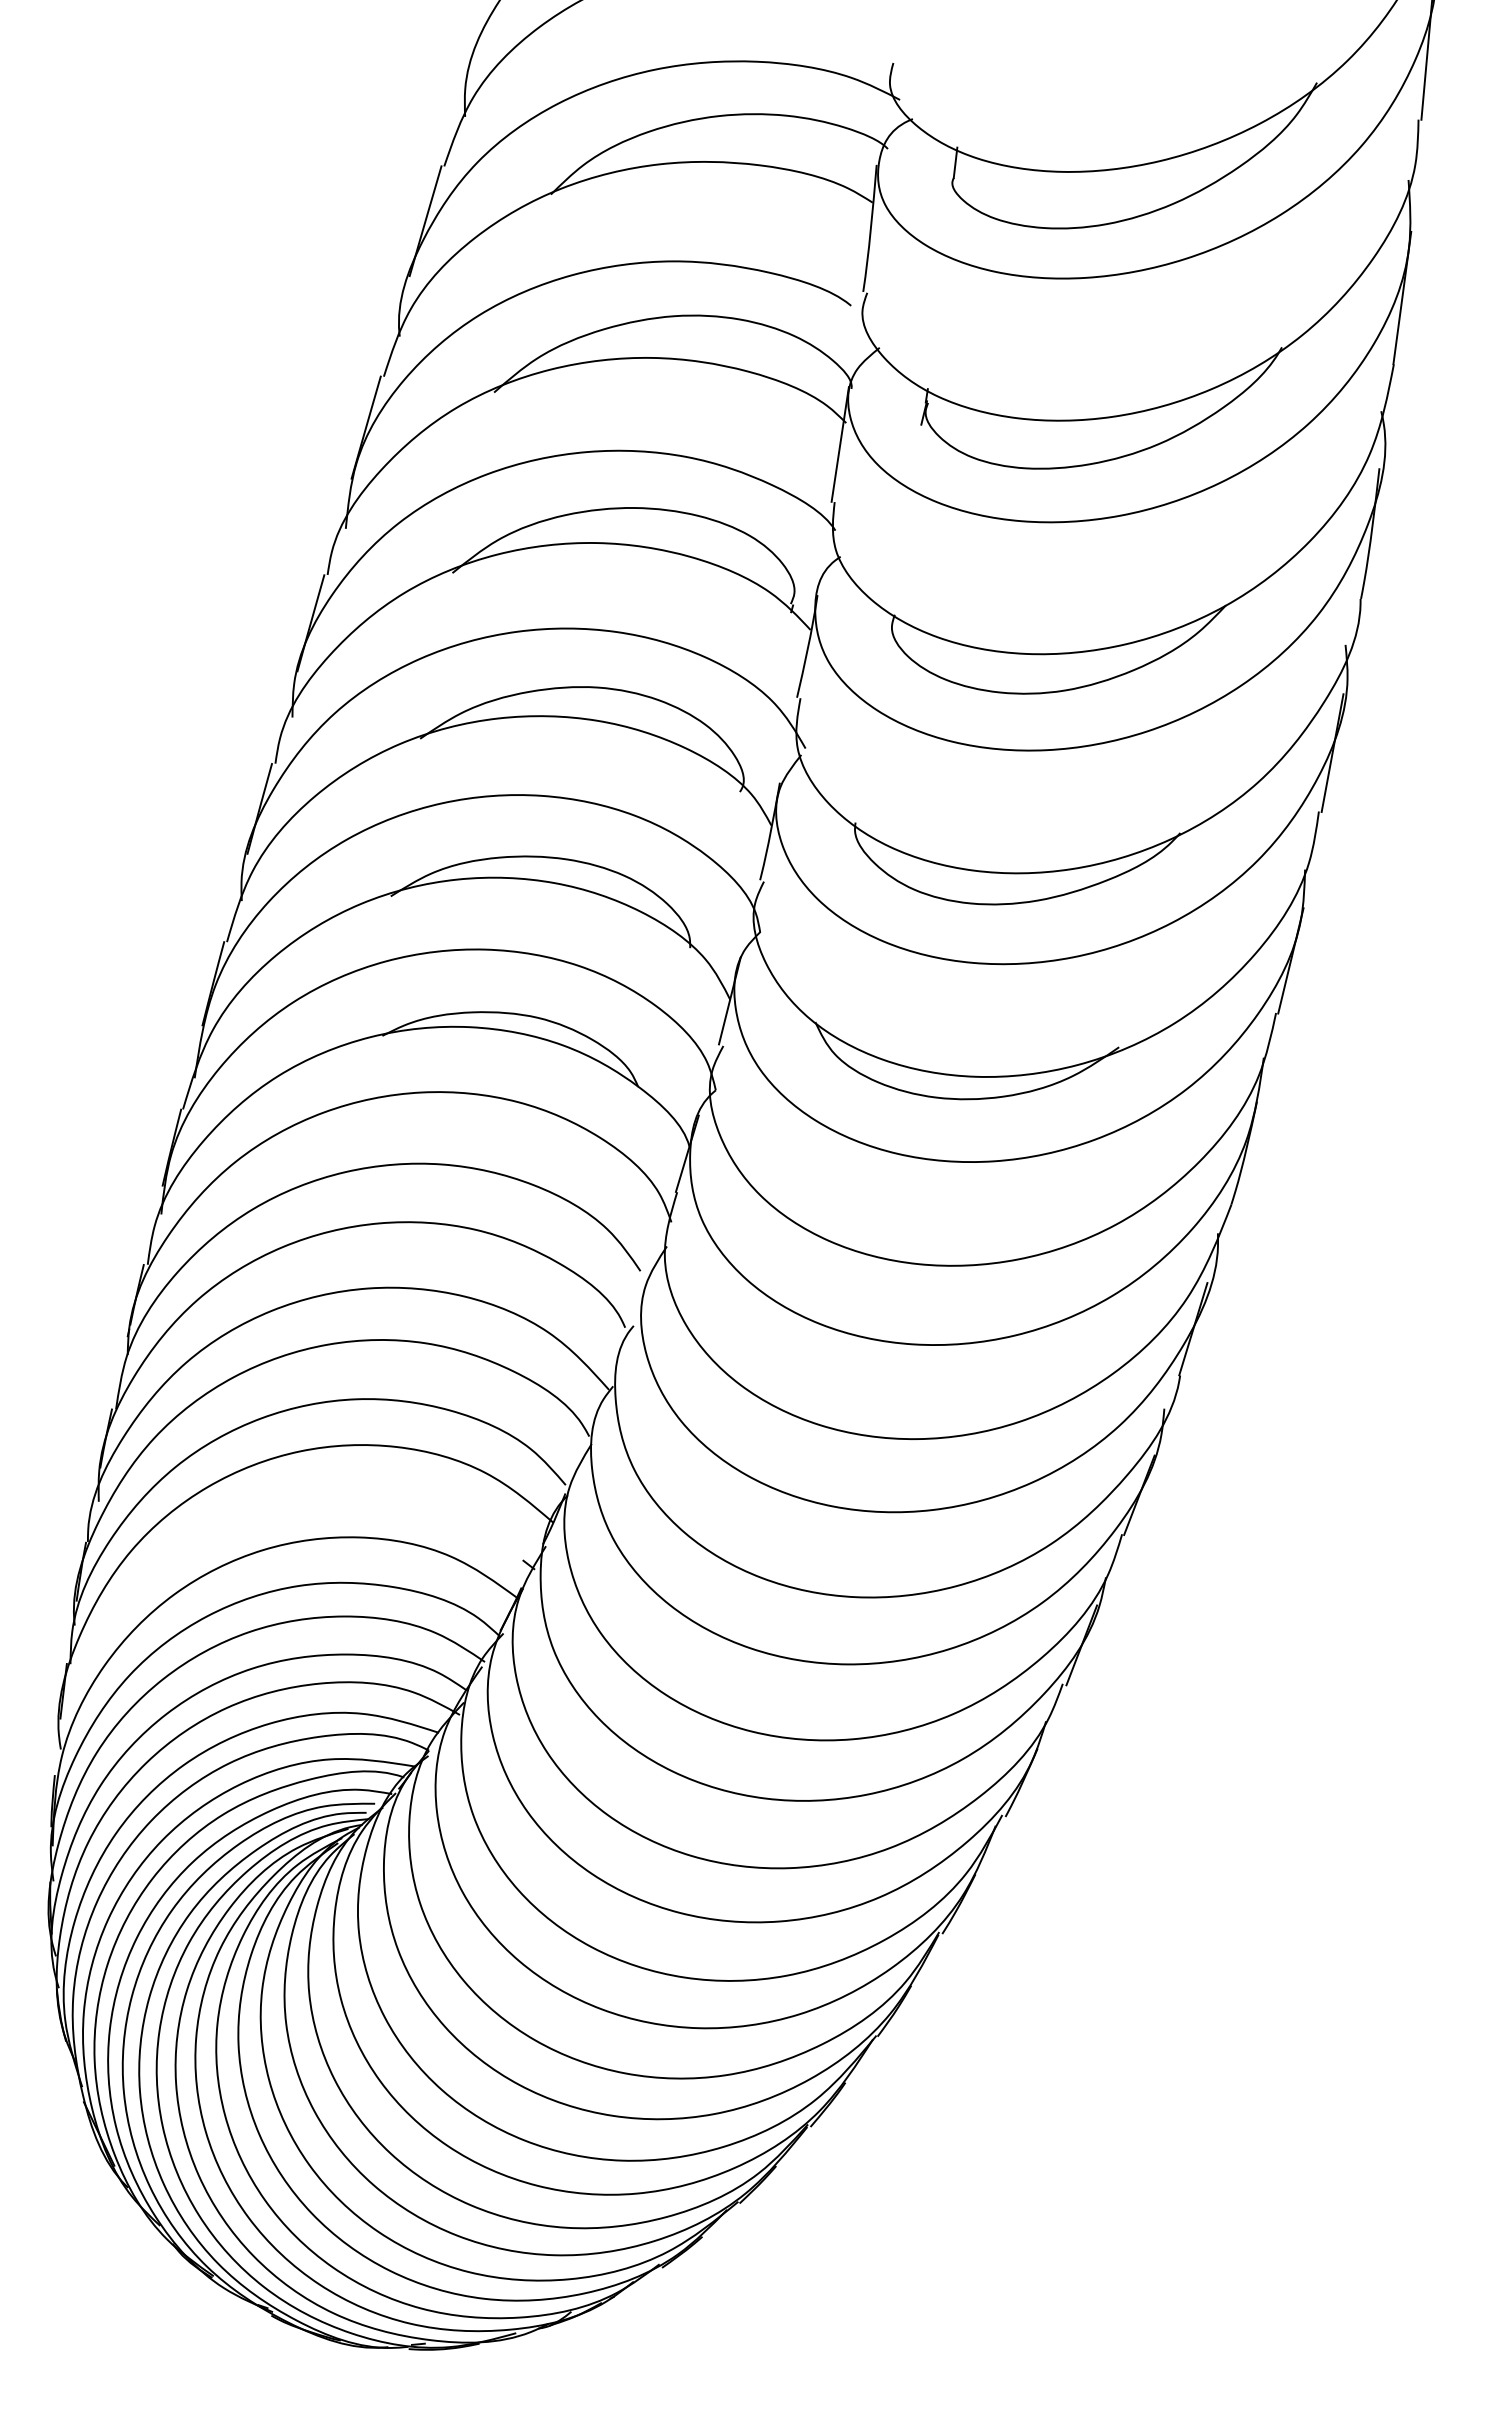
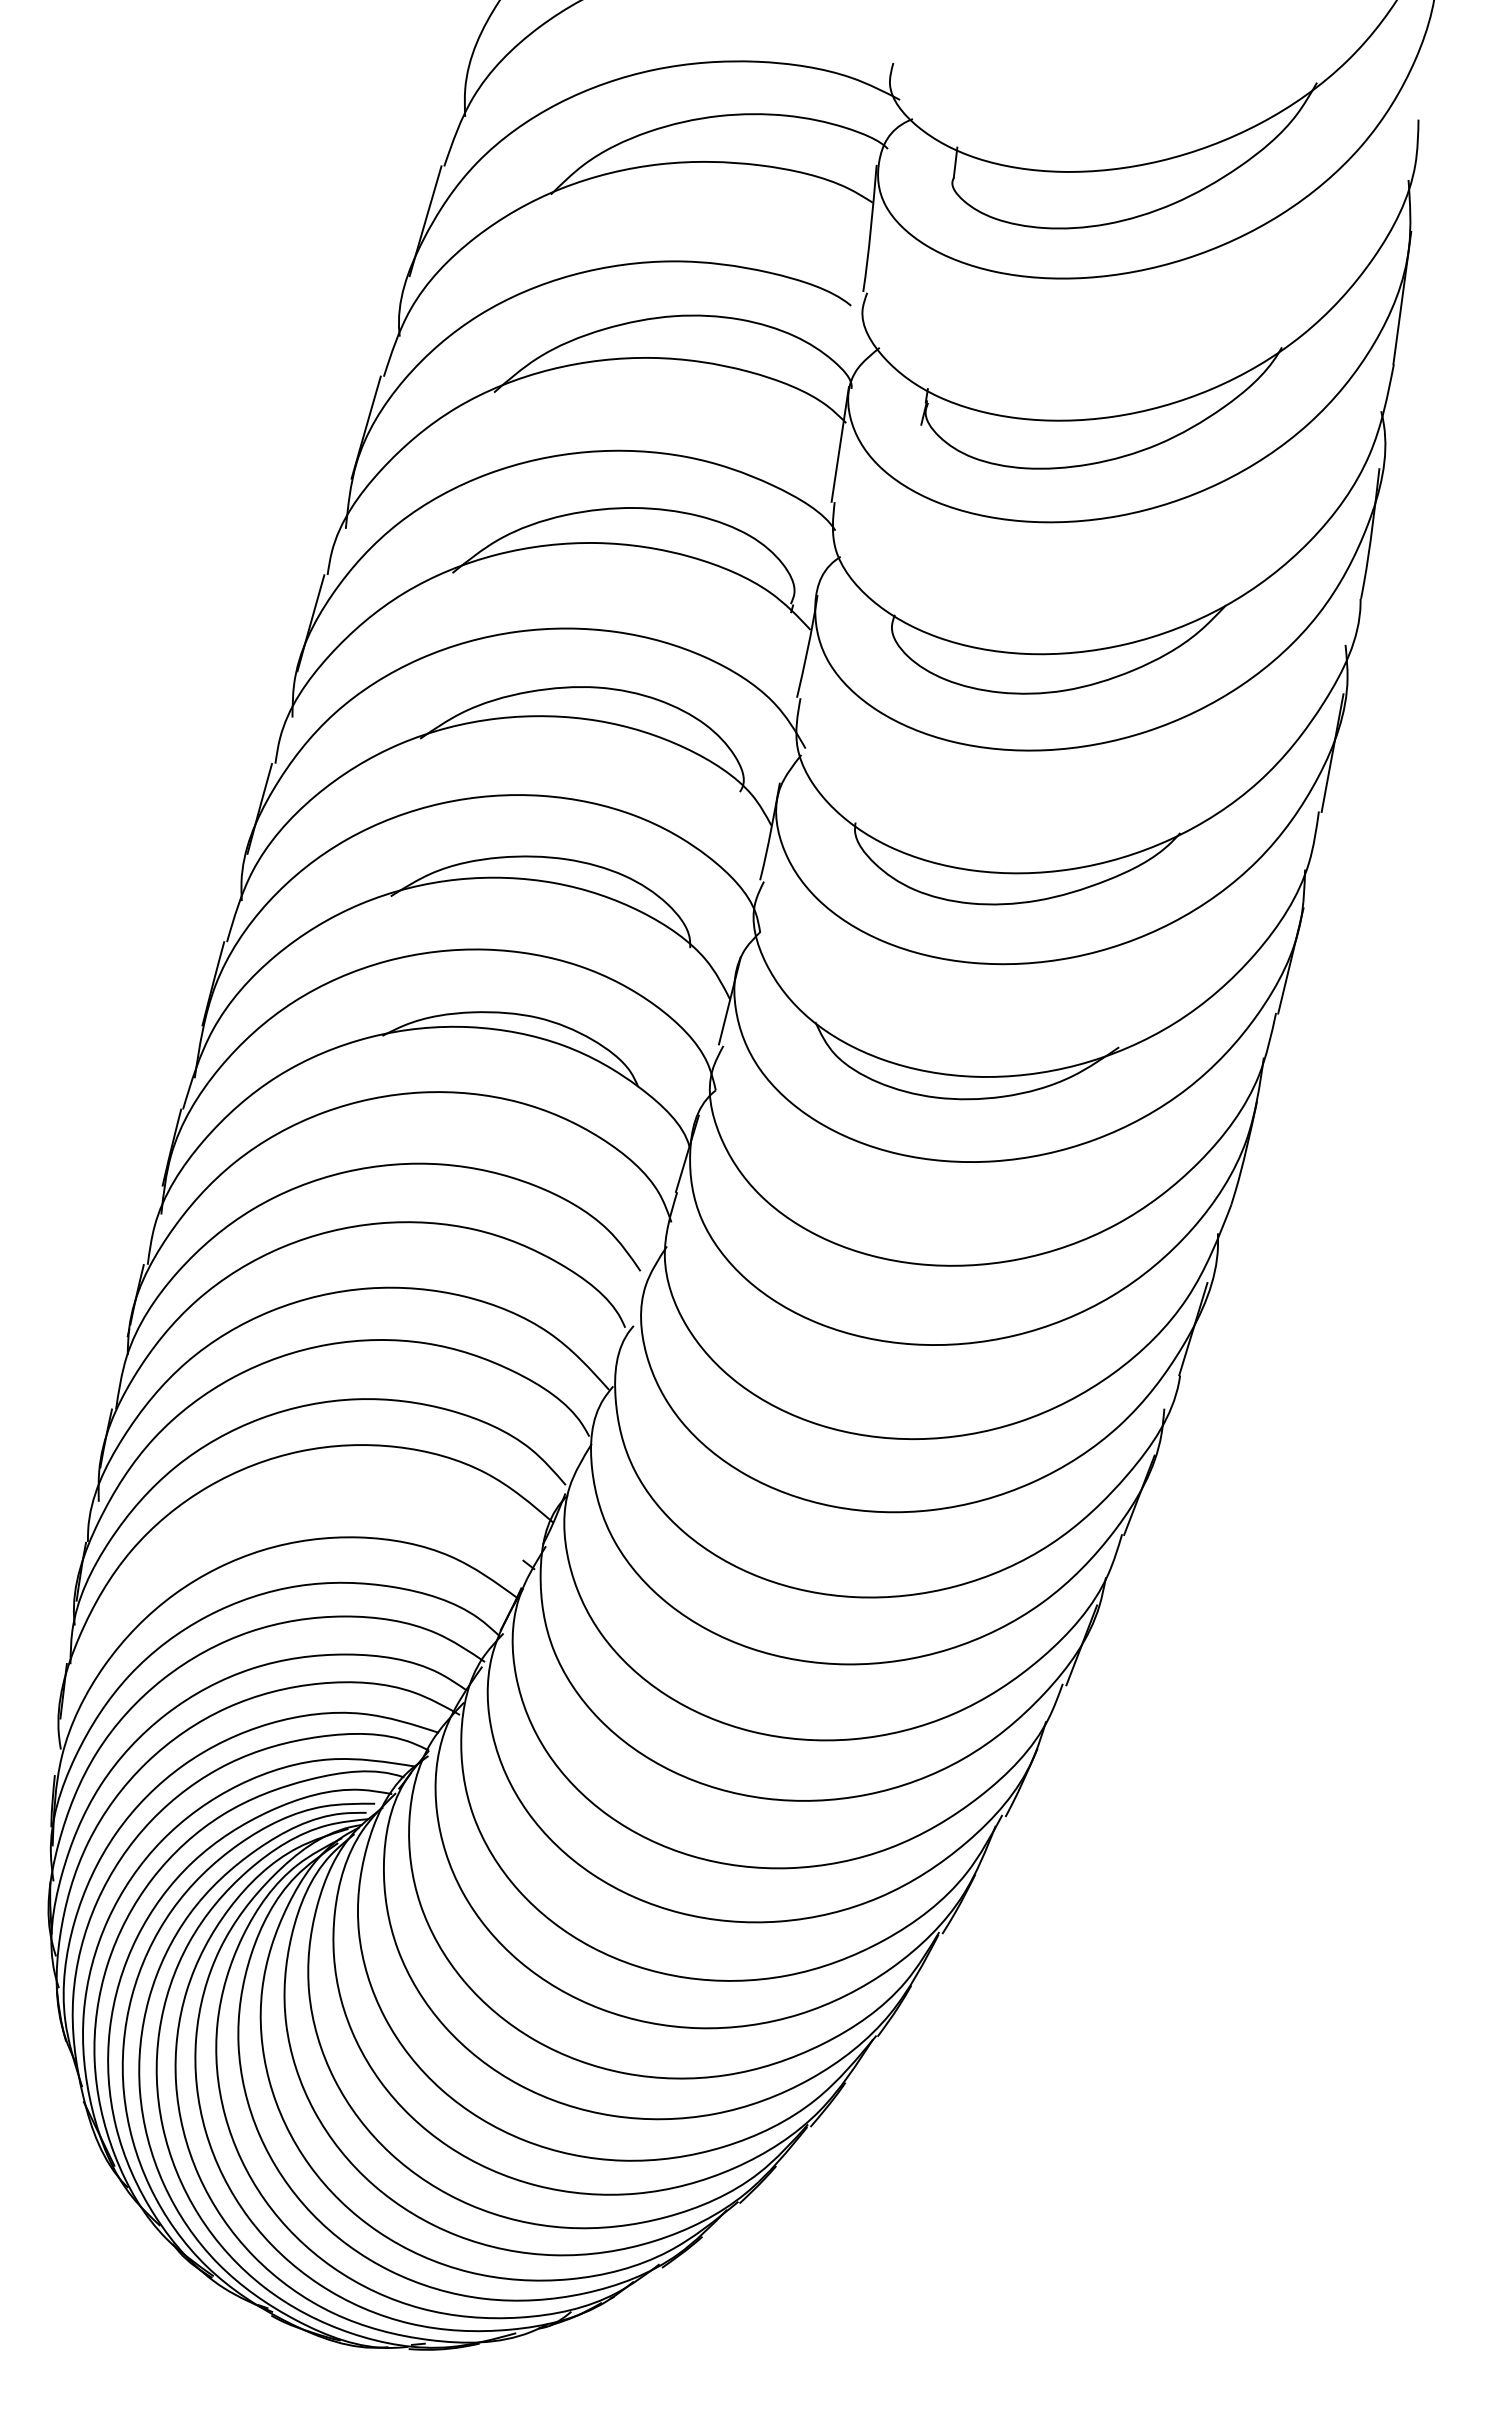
line at (1426, 60): present -> none
